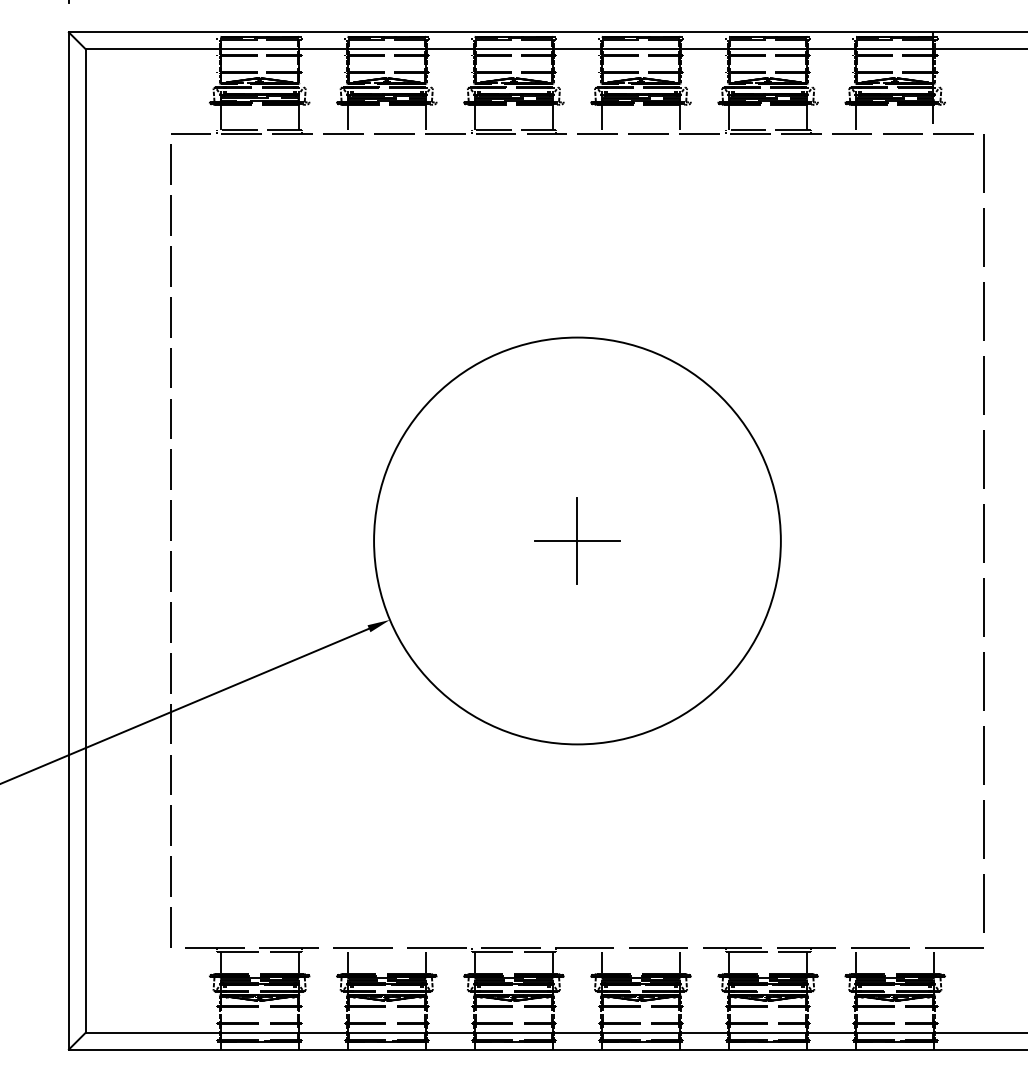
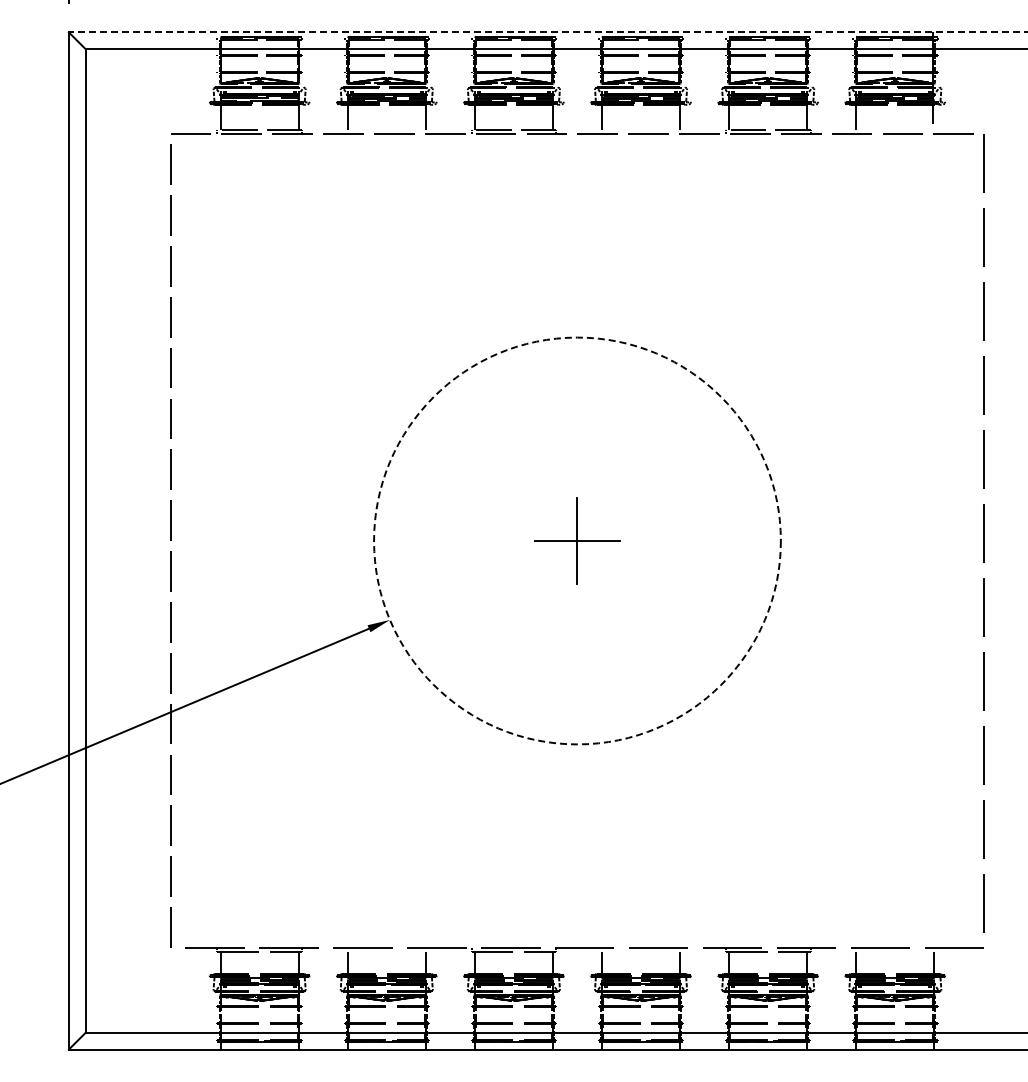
line at (547, 32): solid -> dashed
circle at (577, 540): solid -> dashed
